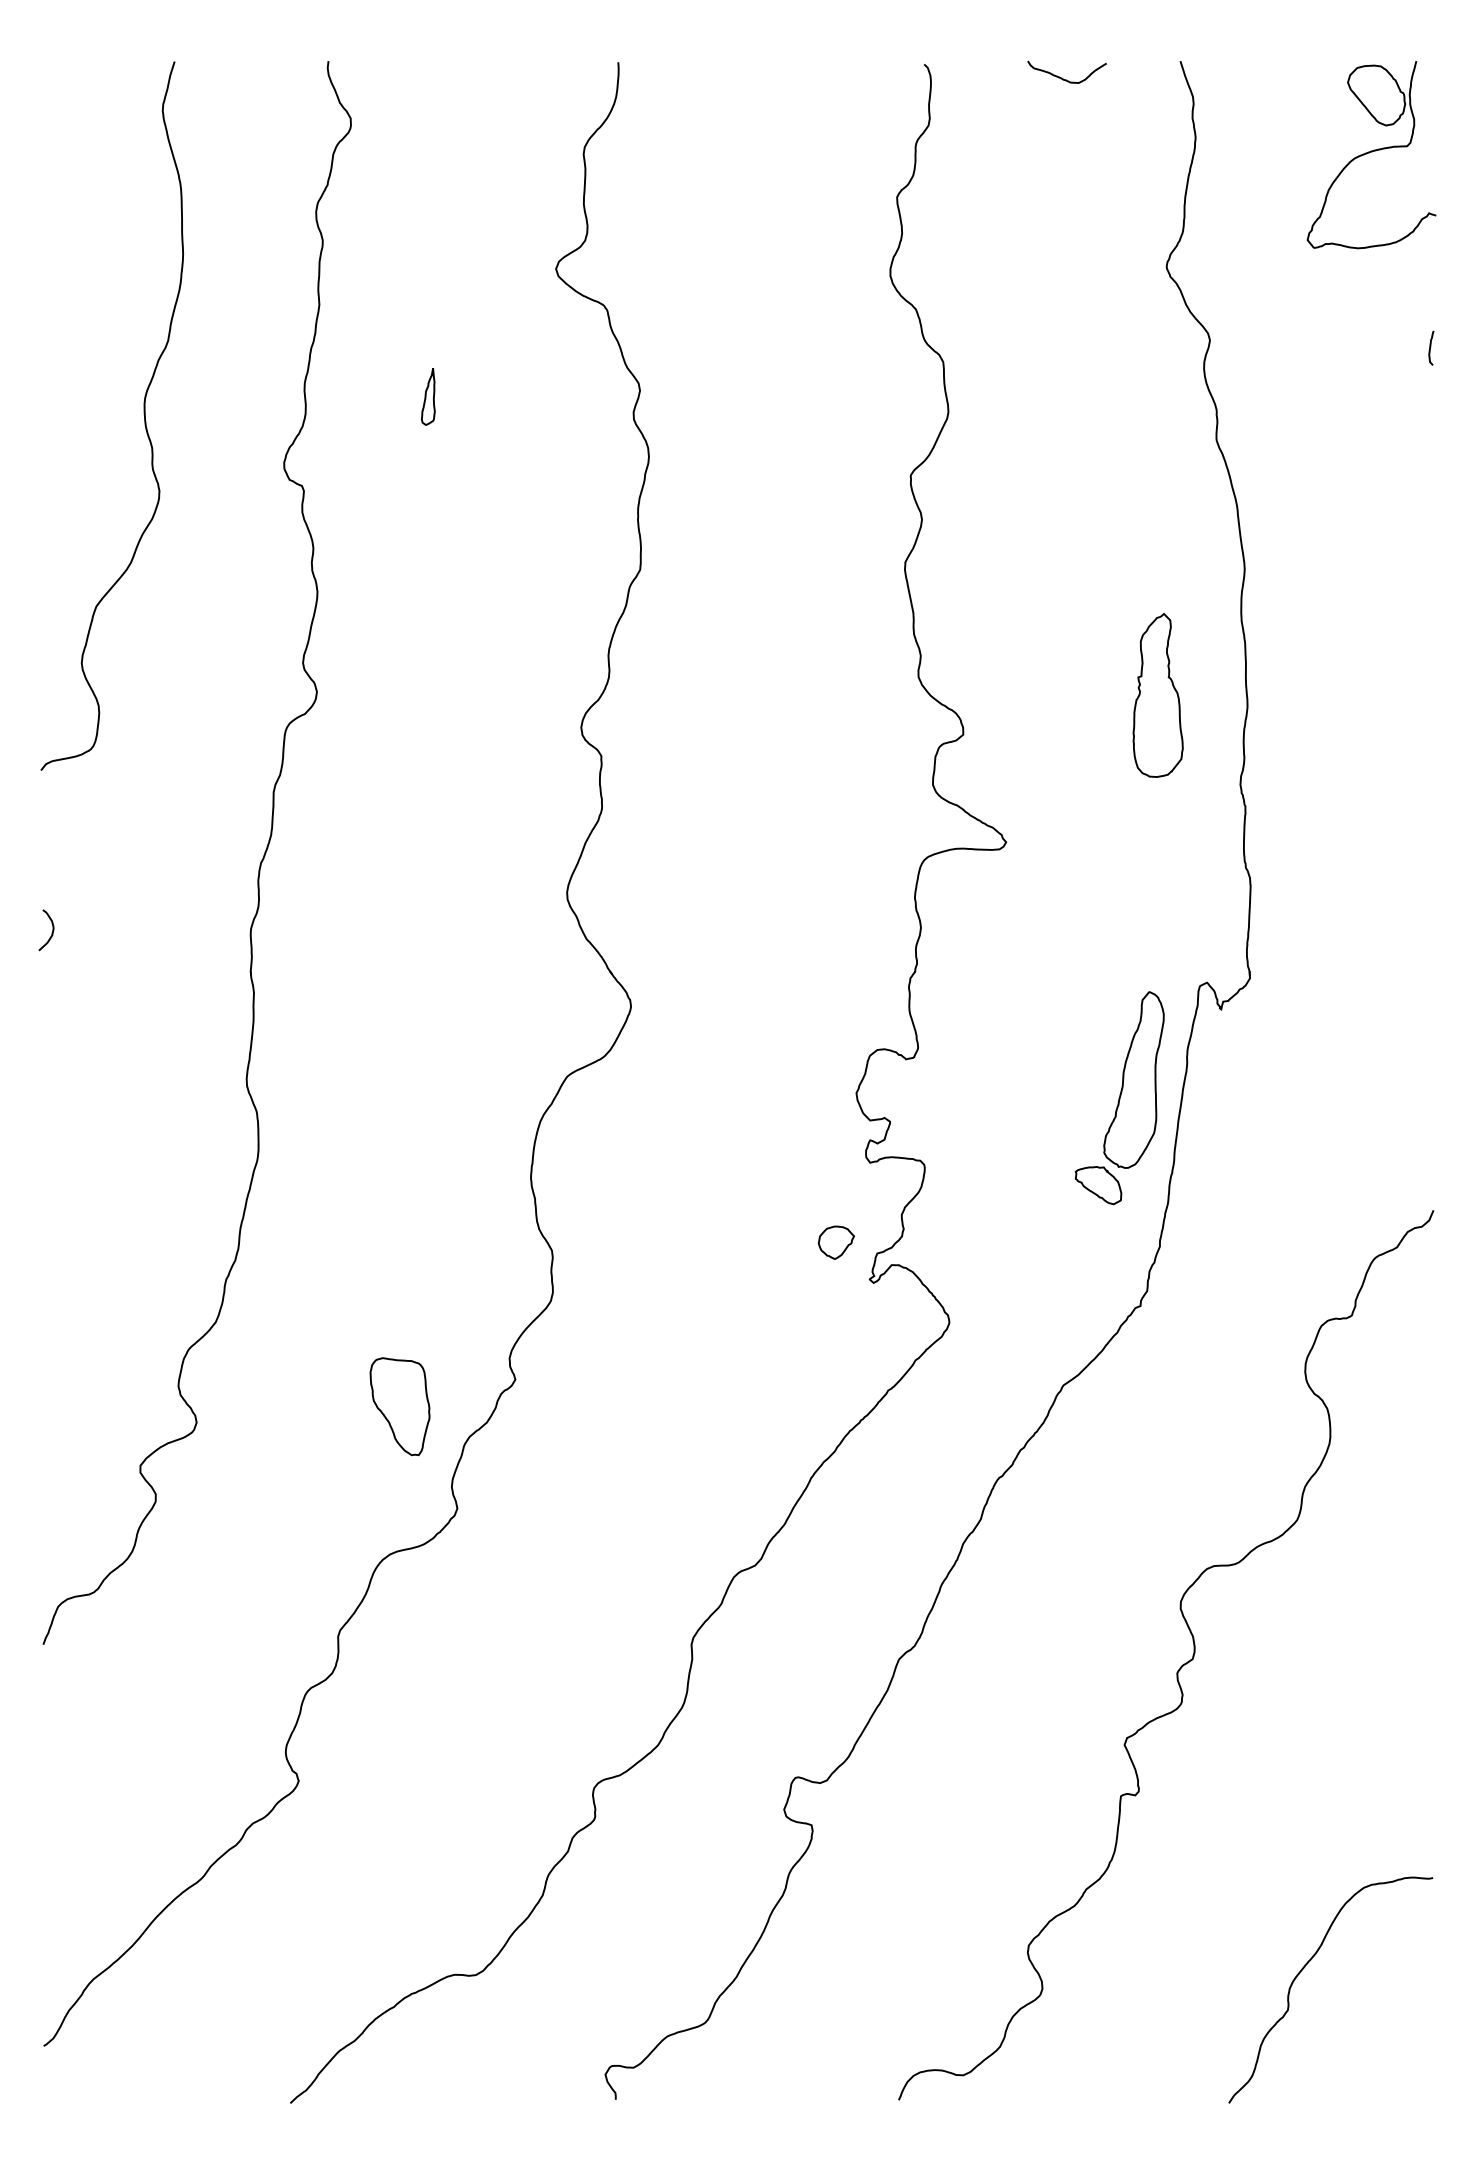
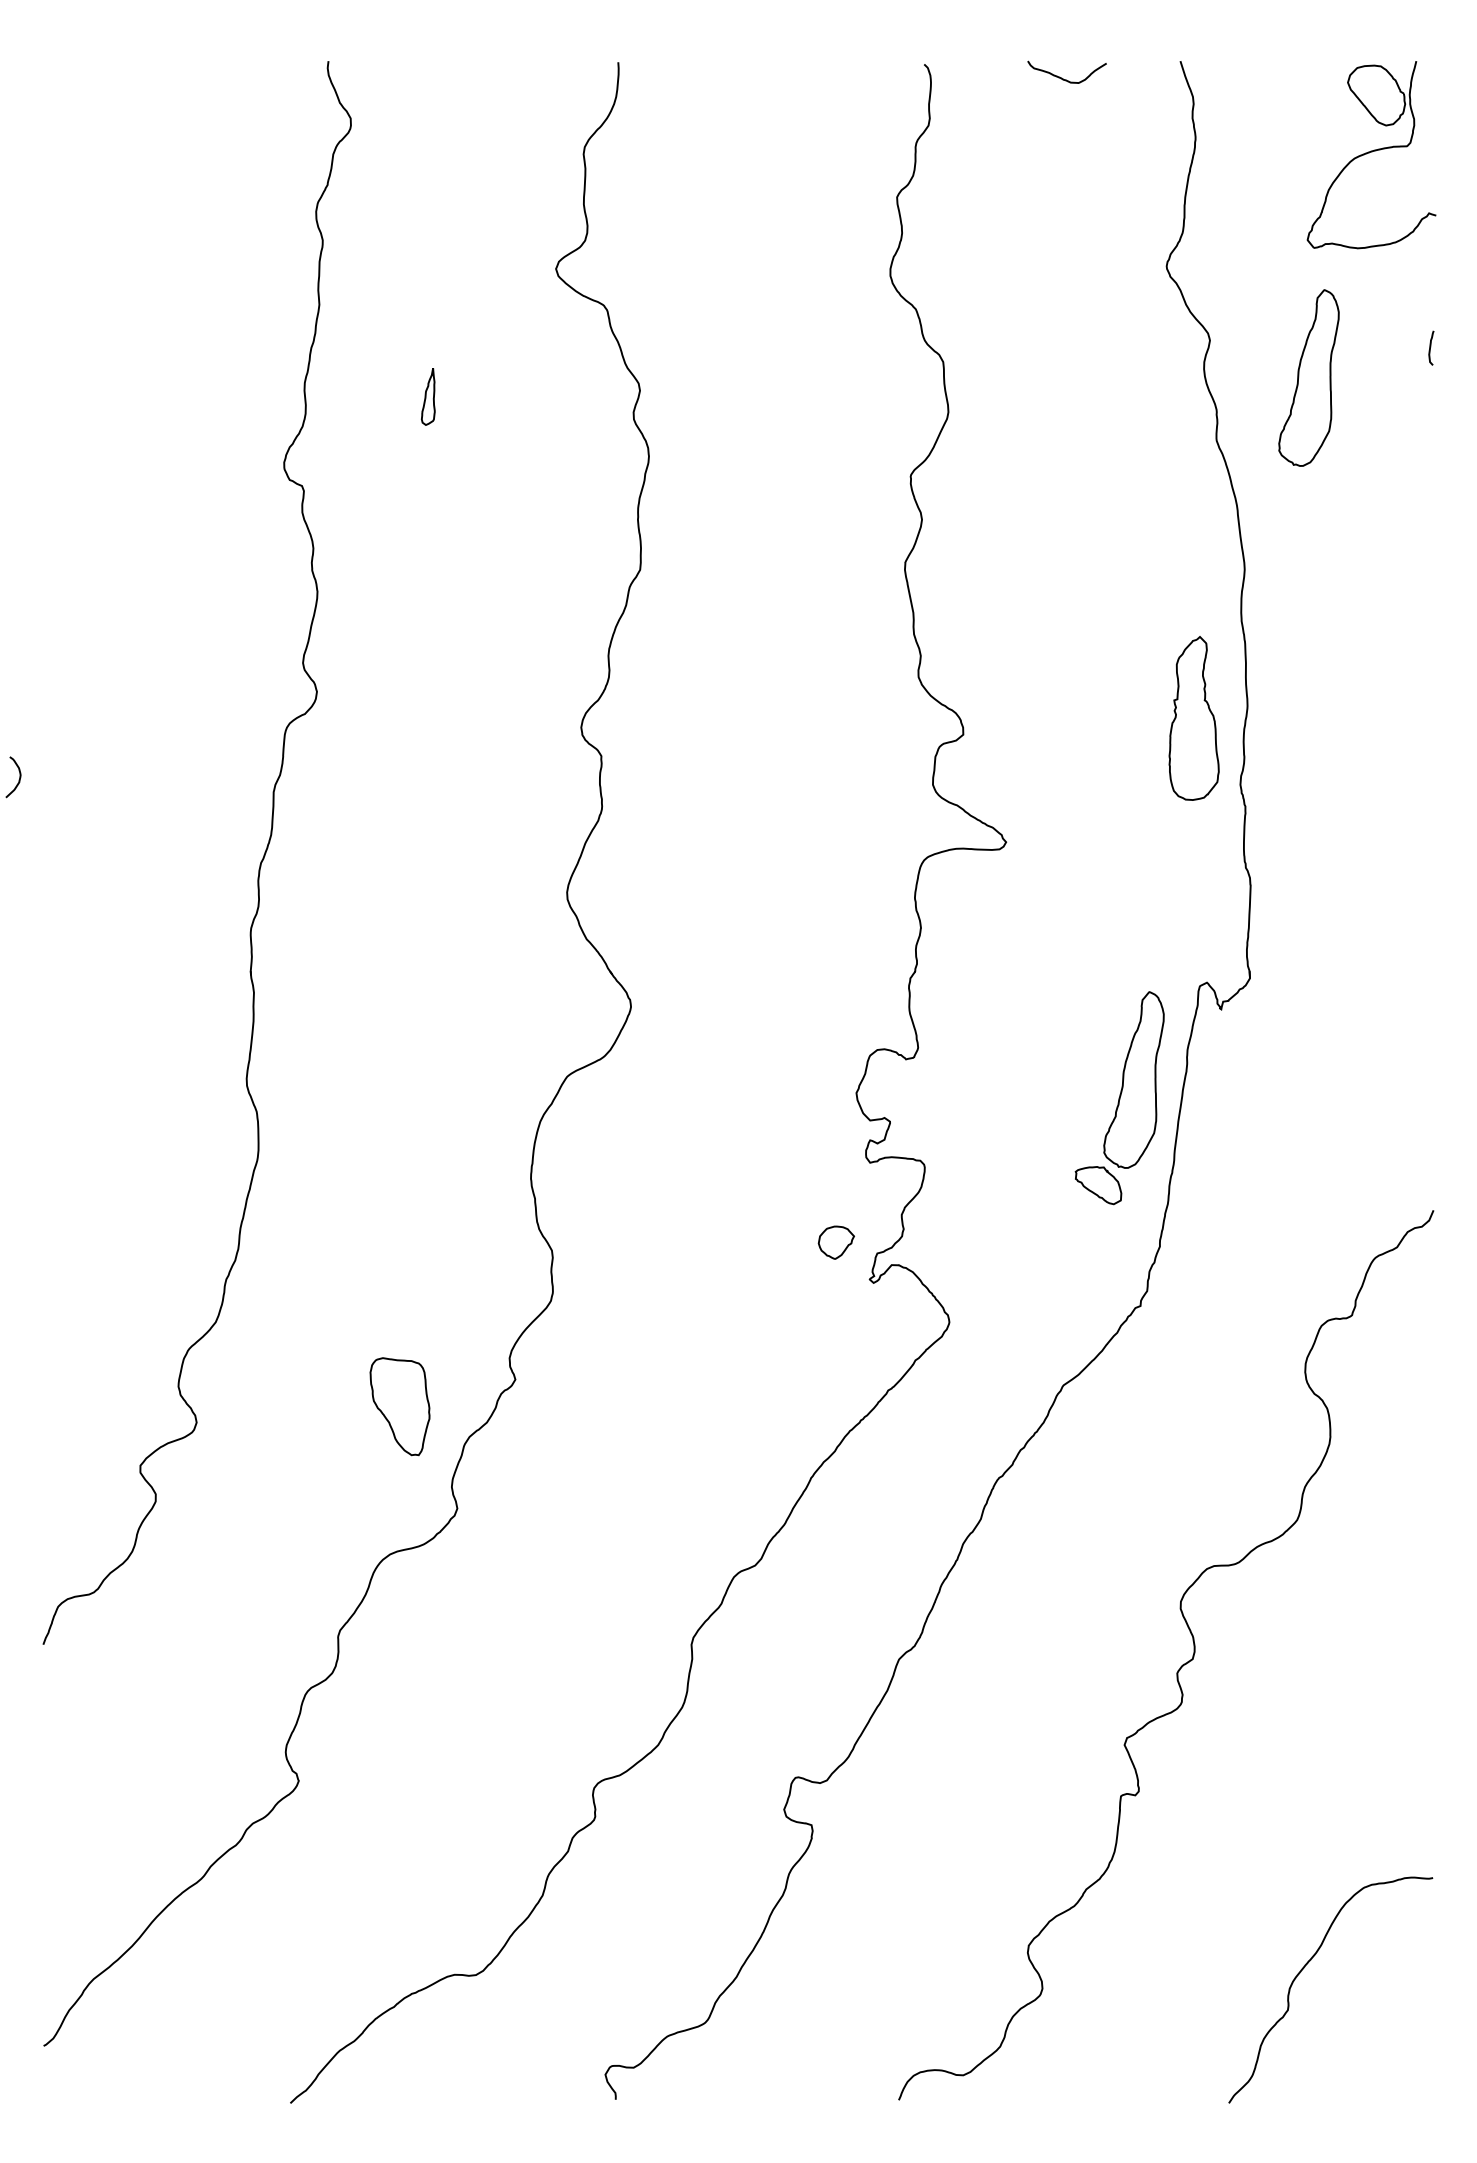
part at (1308, 377): none -> present
curve at (143, 414): present -> none
part at (1157, 695) position: (1157, 695) -> (1193, 718)
curve at (51, 932) position: (51, 932) -> (18, 779)
